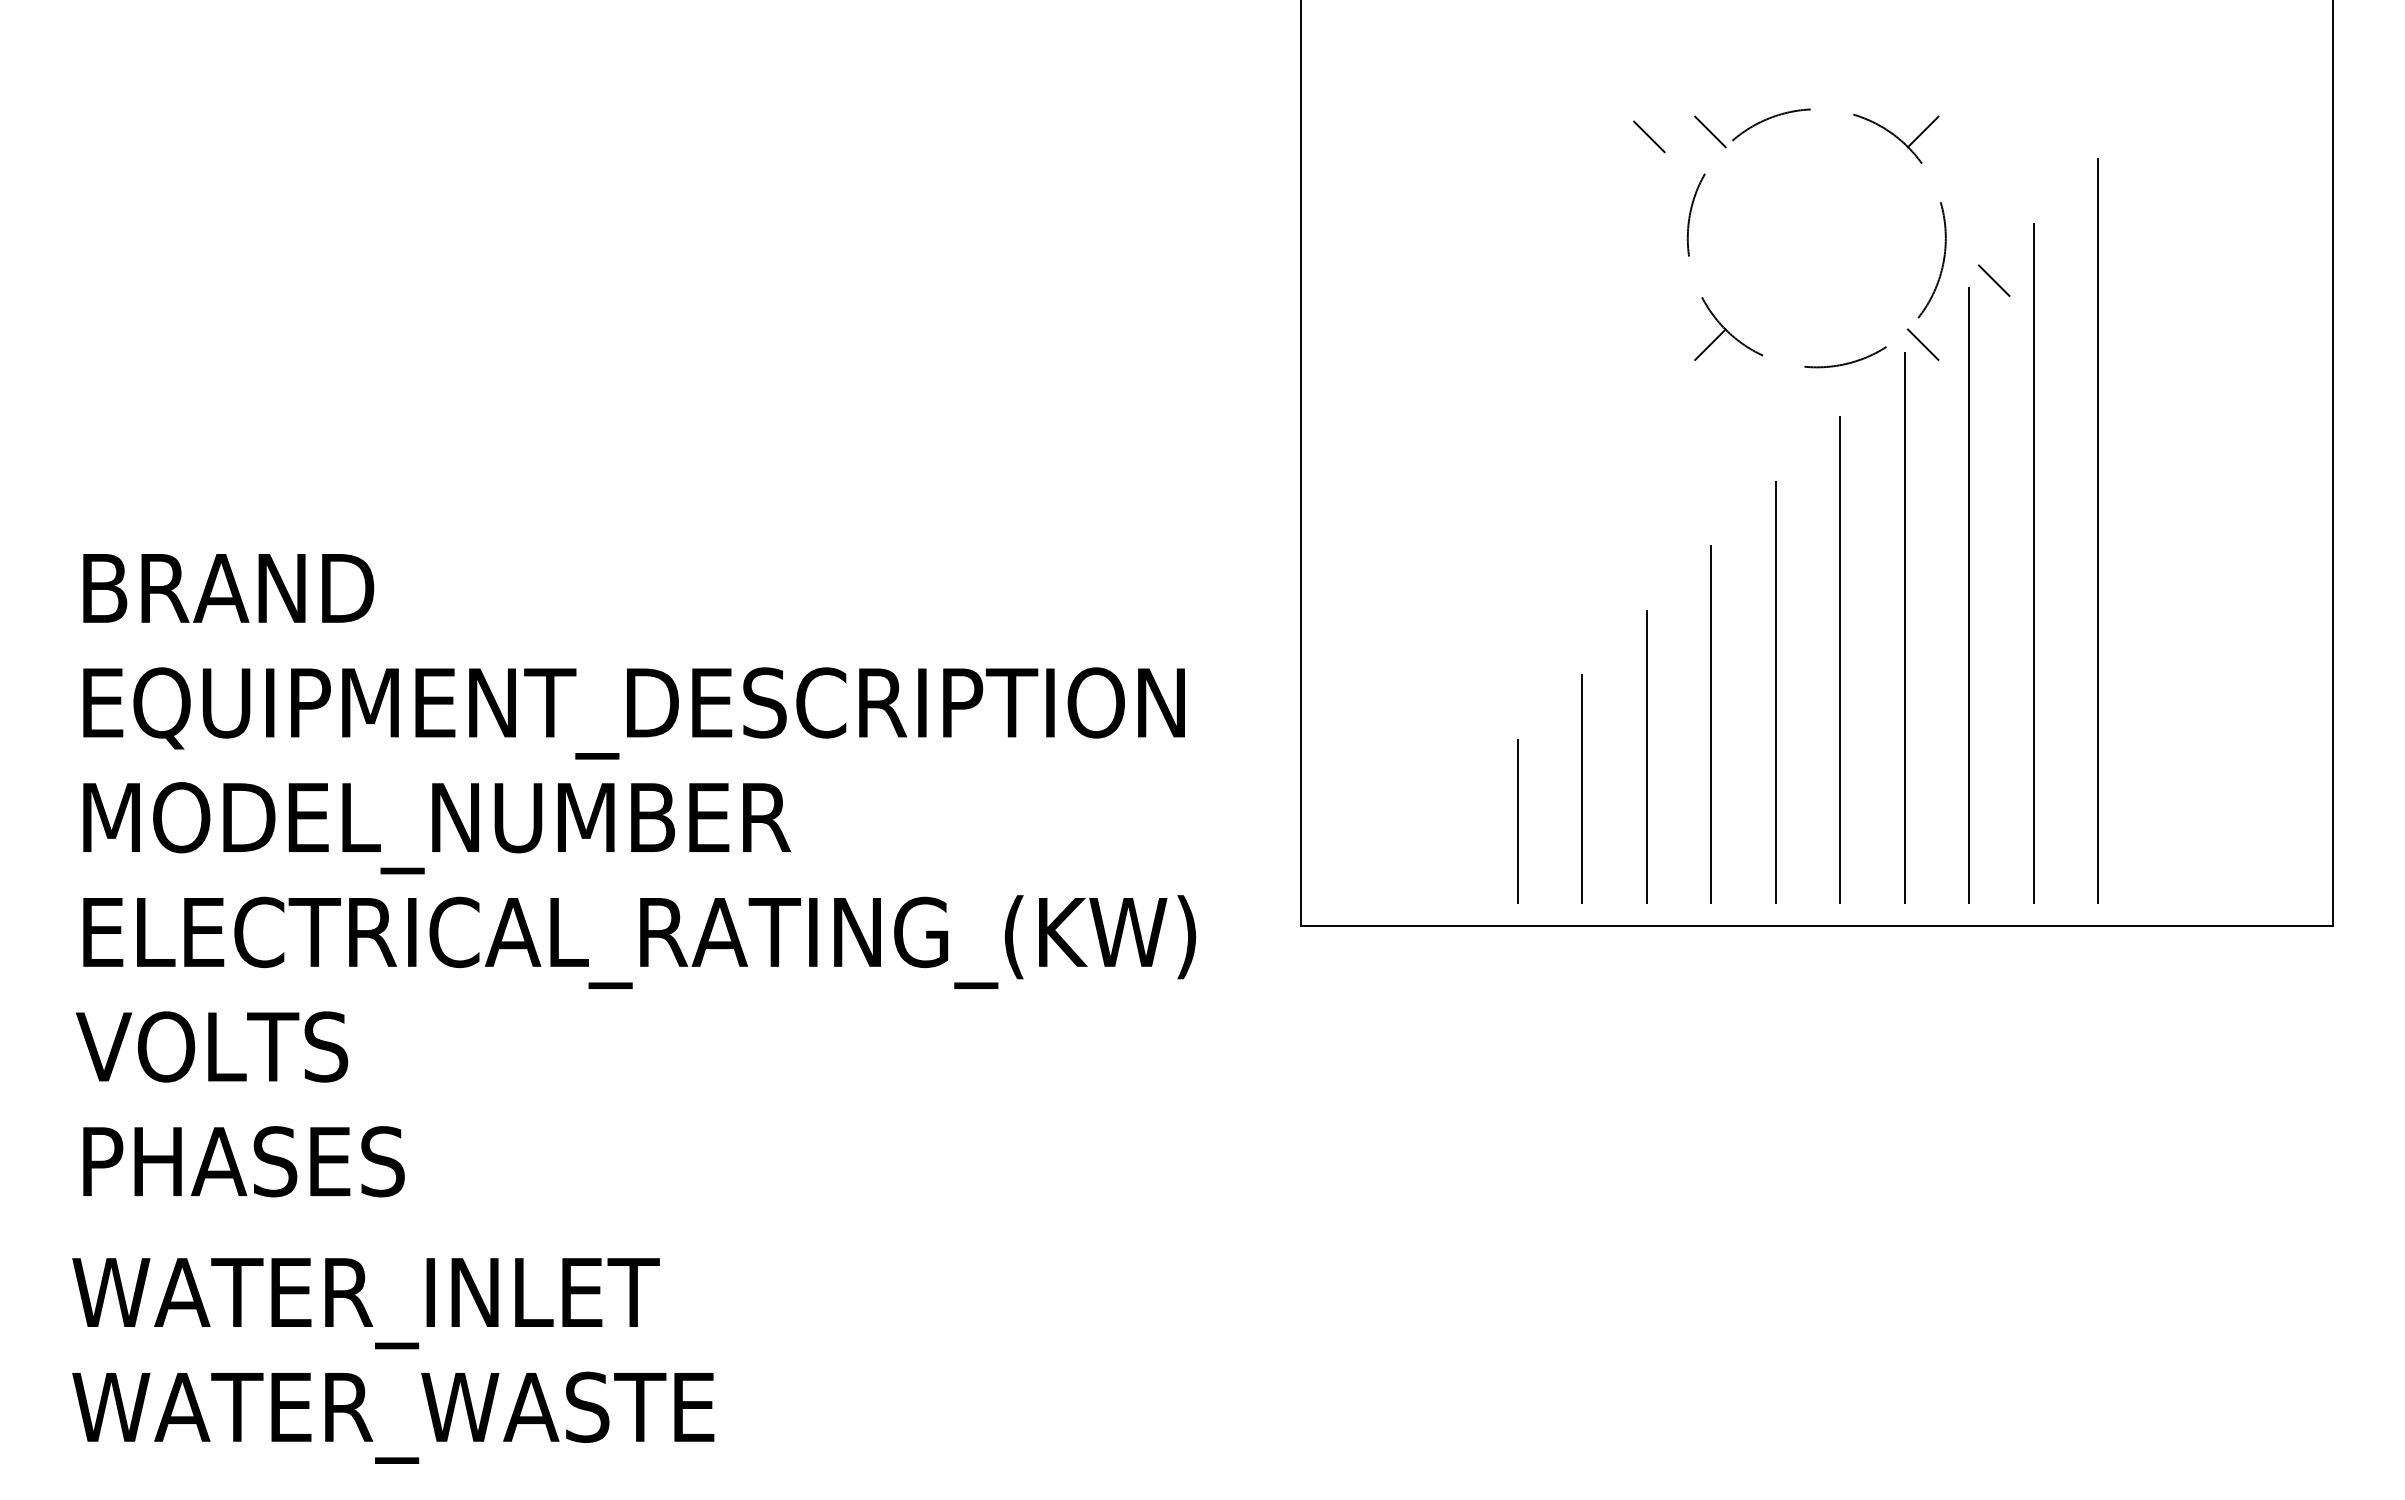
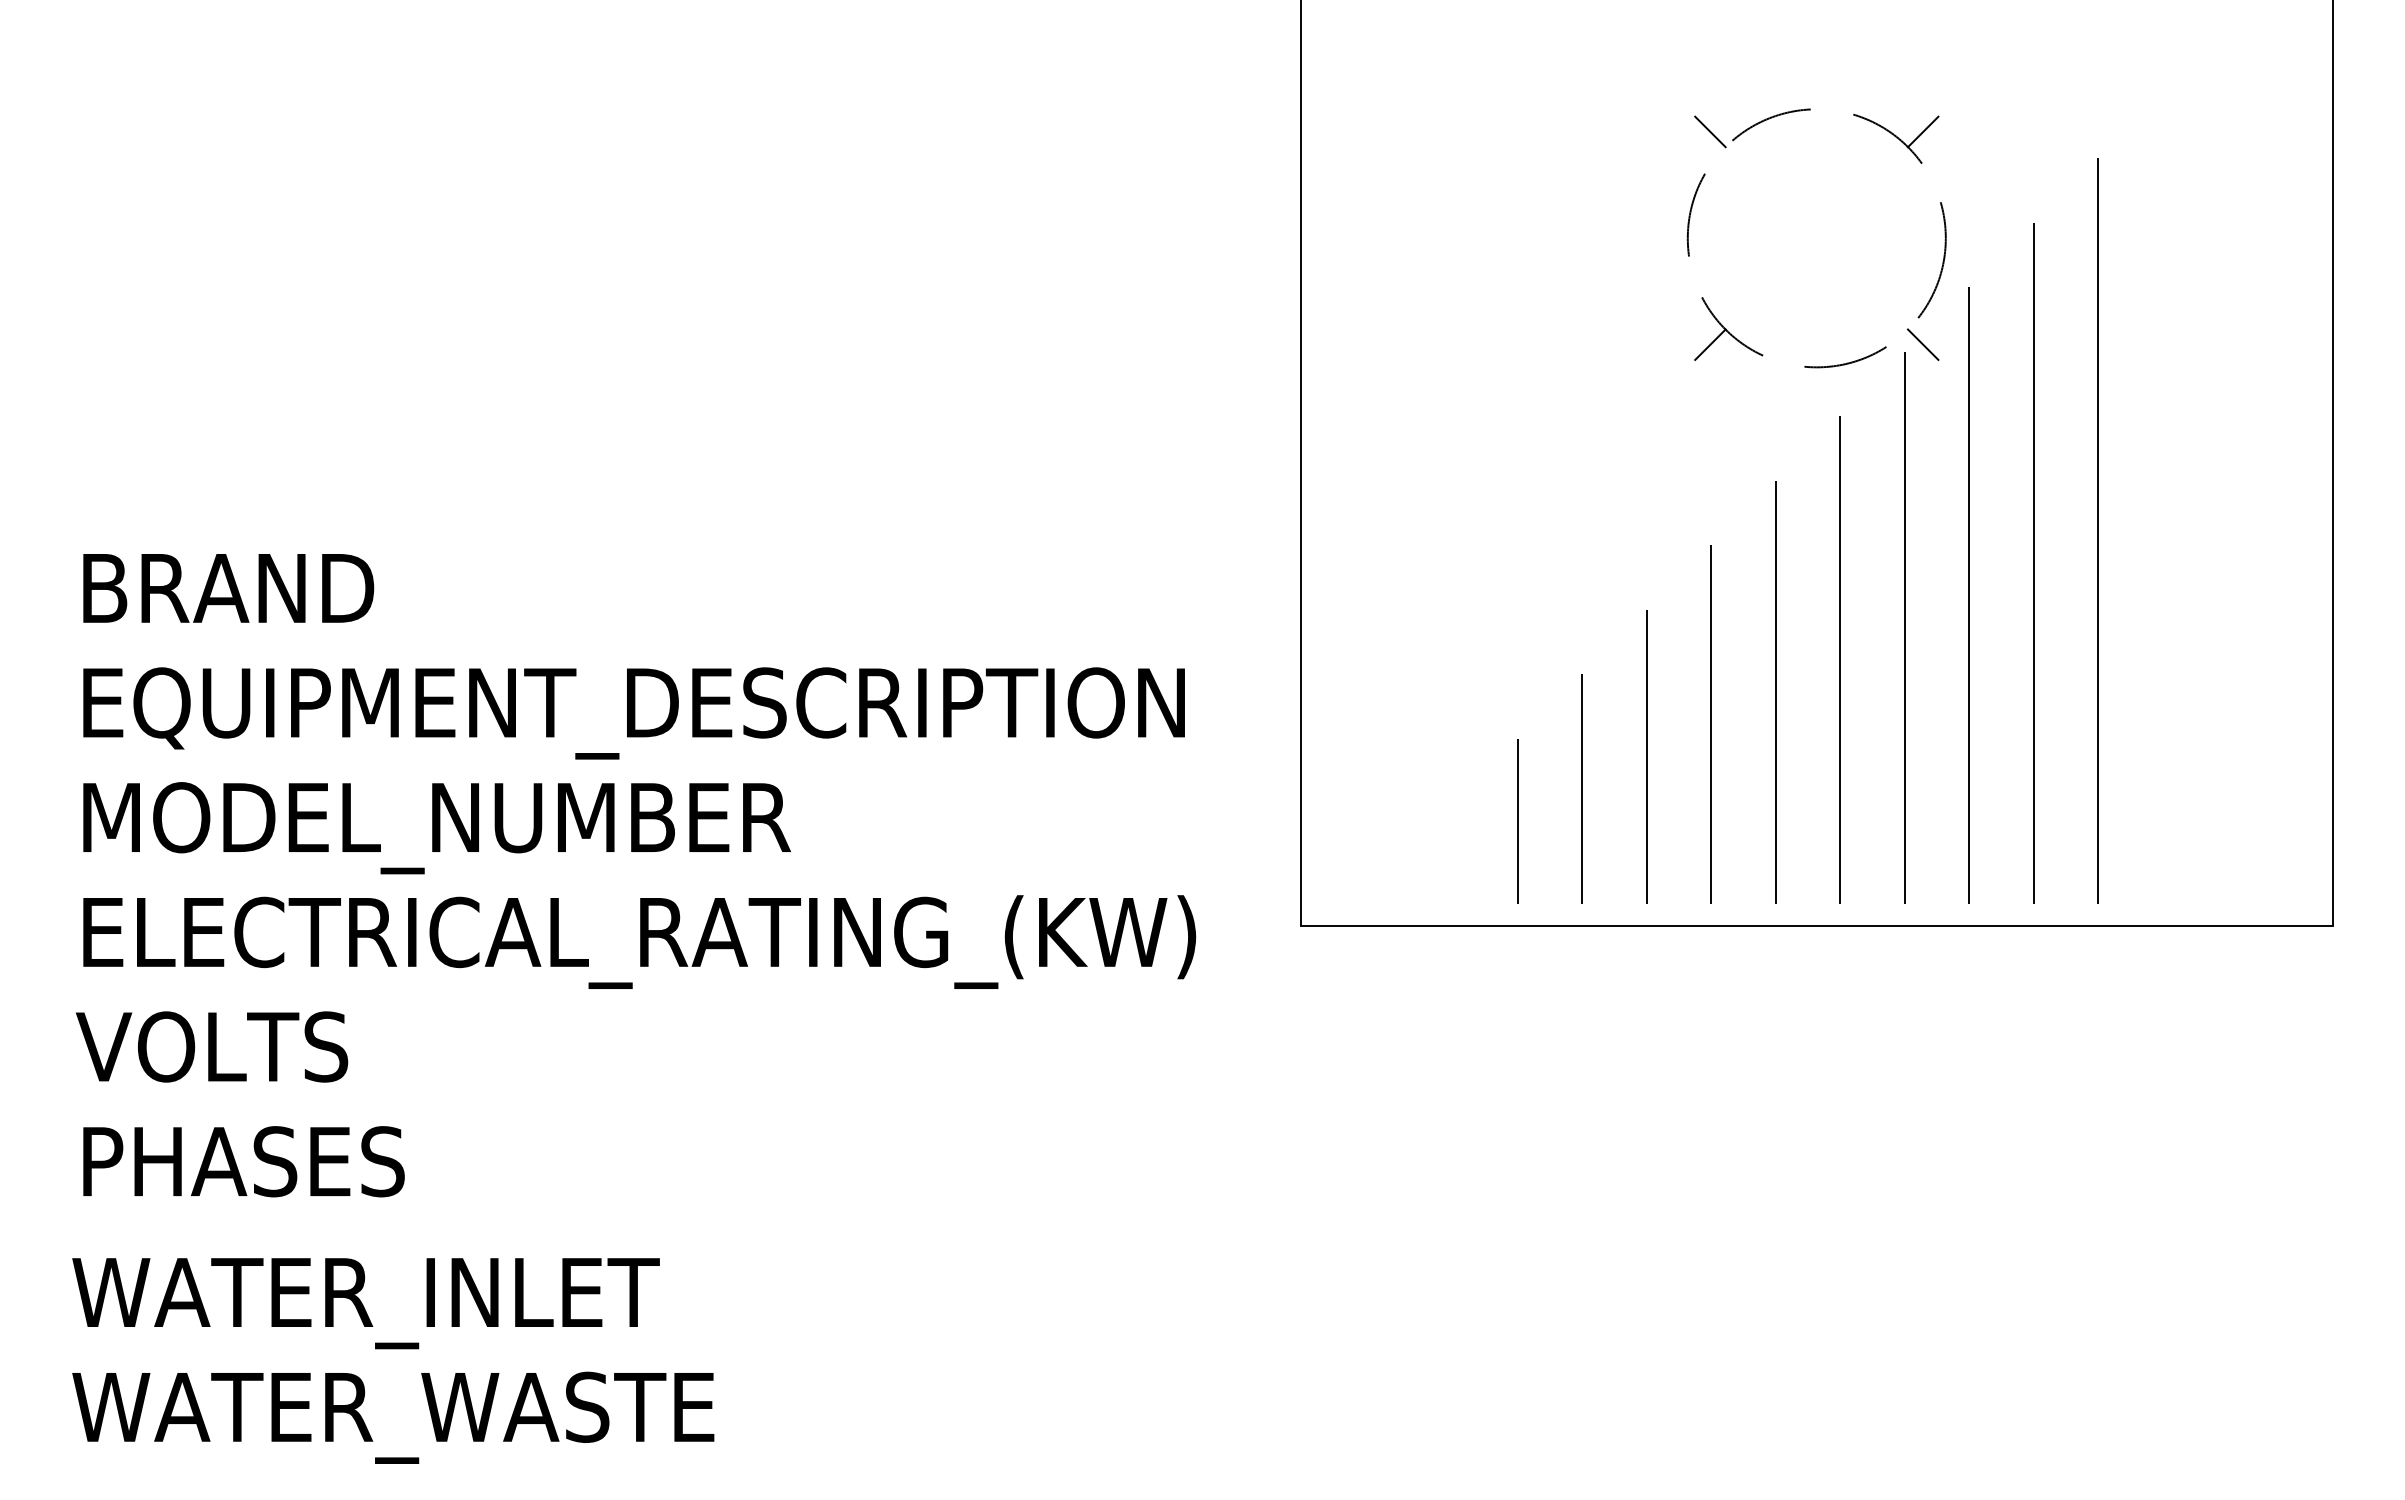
line at (1649, 136): present -> none
line at (1993, 280): present -> none
